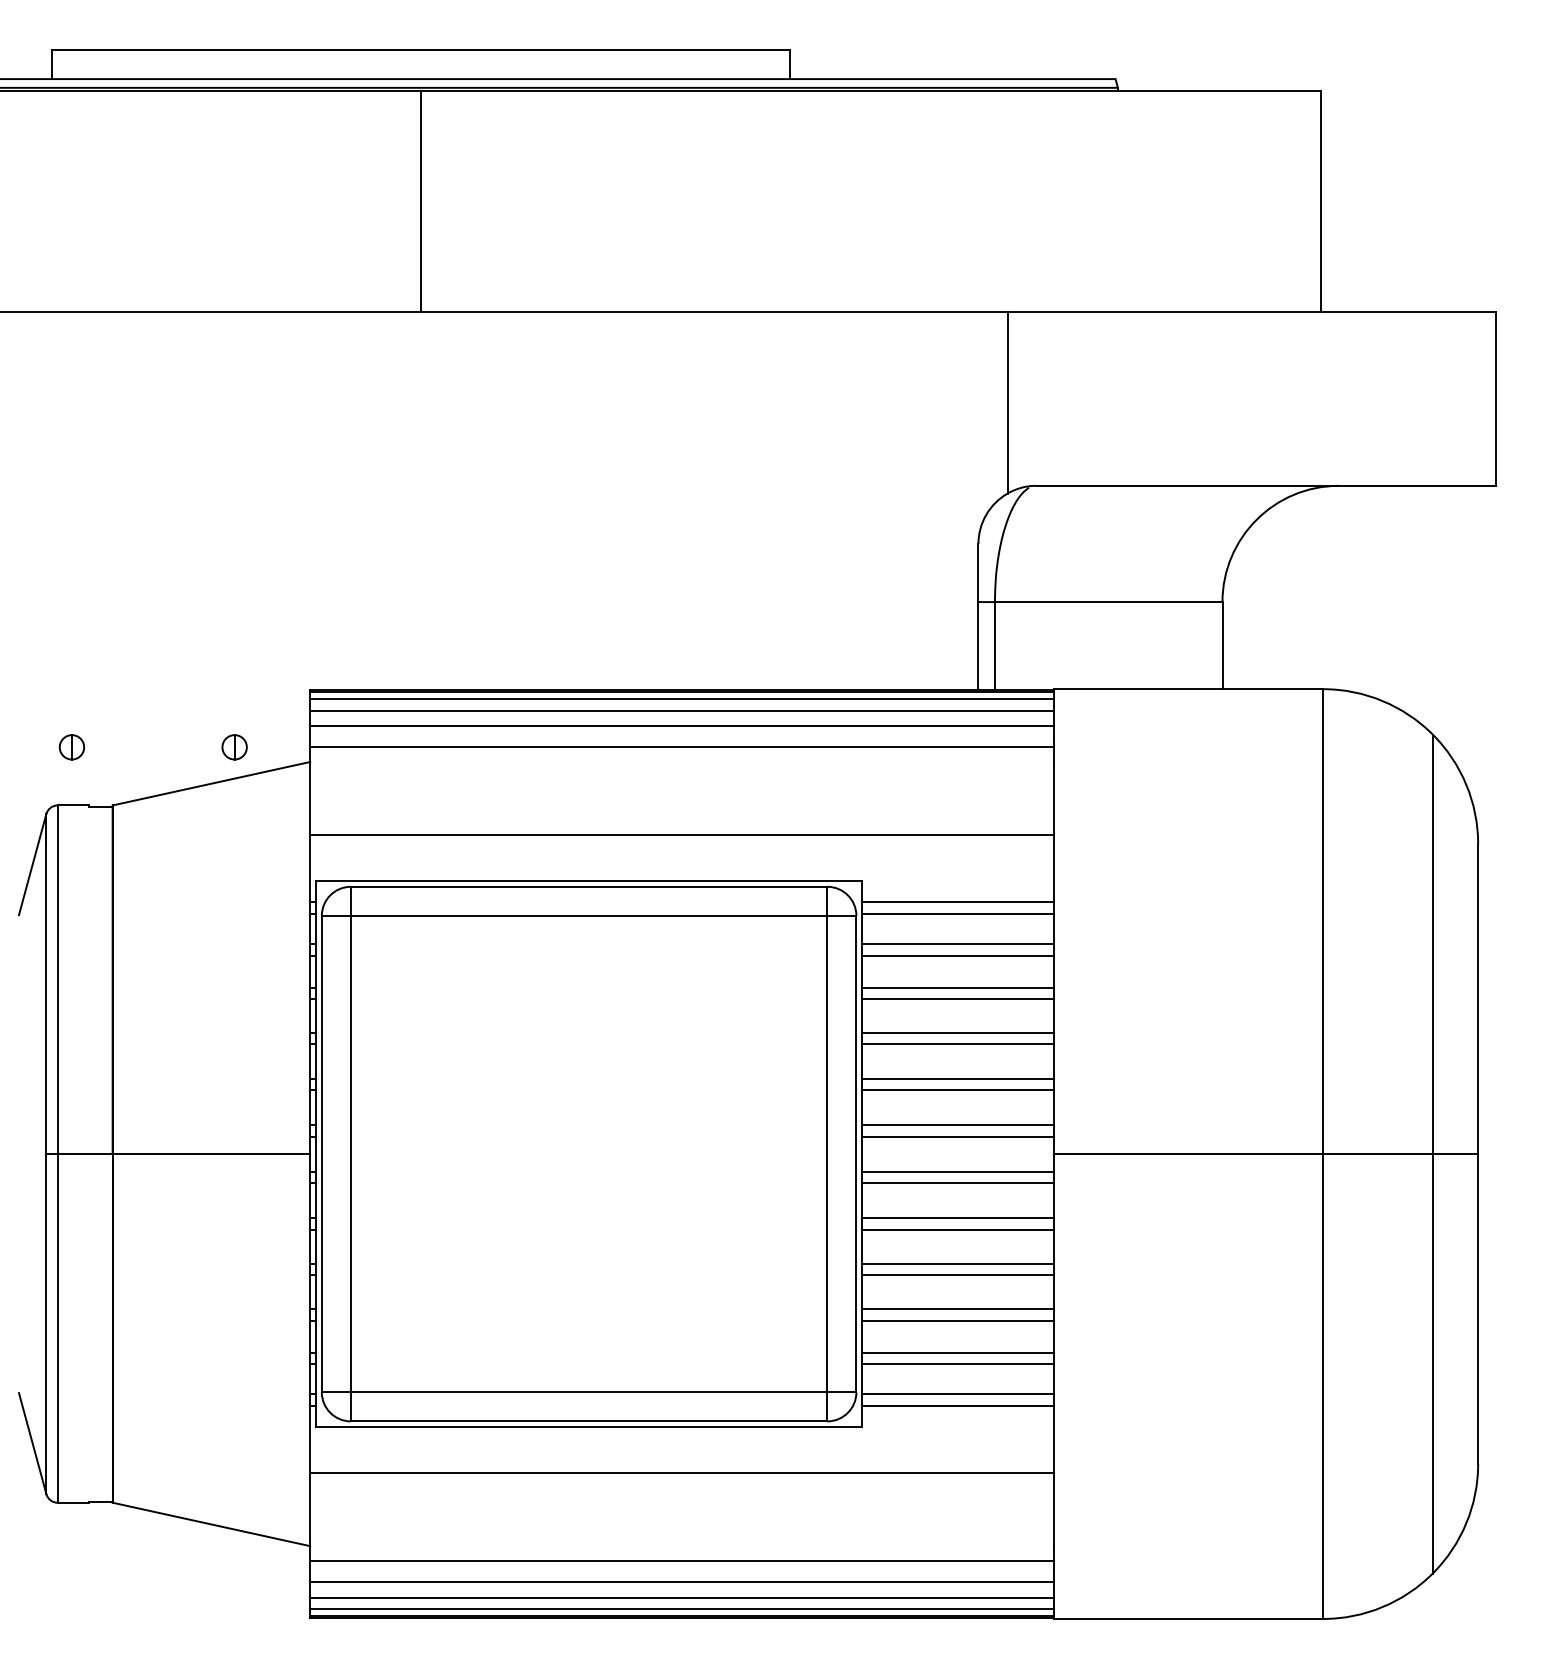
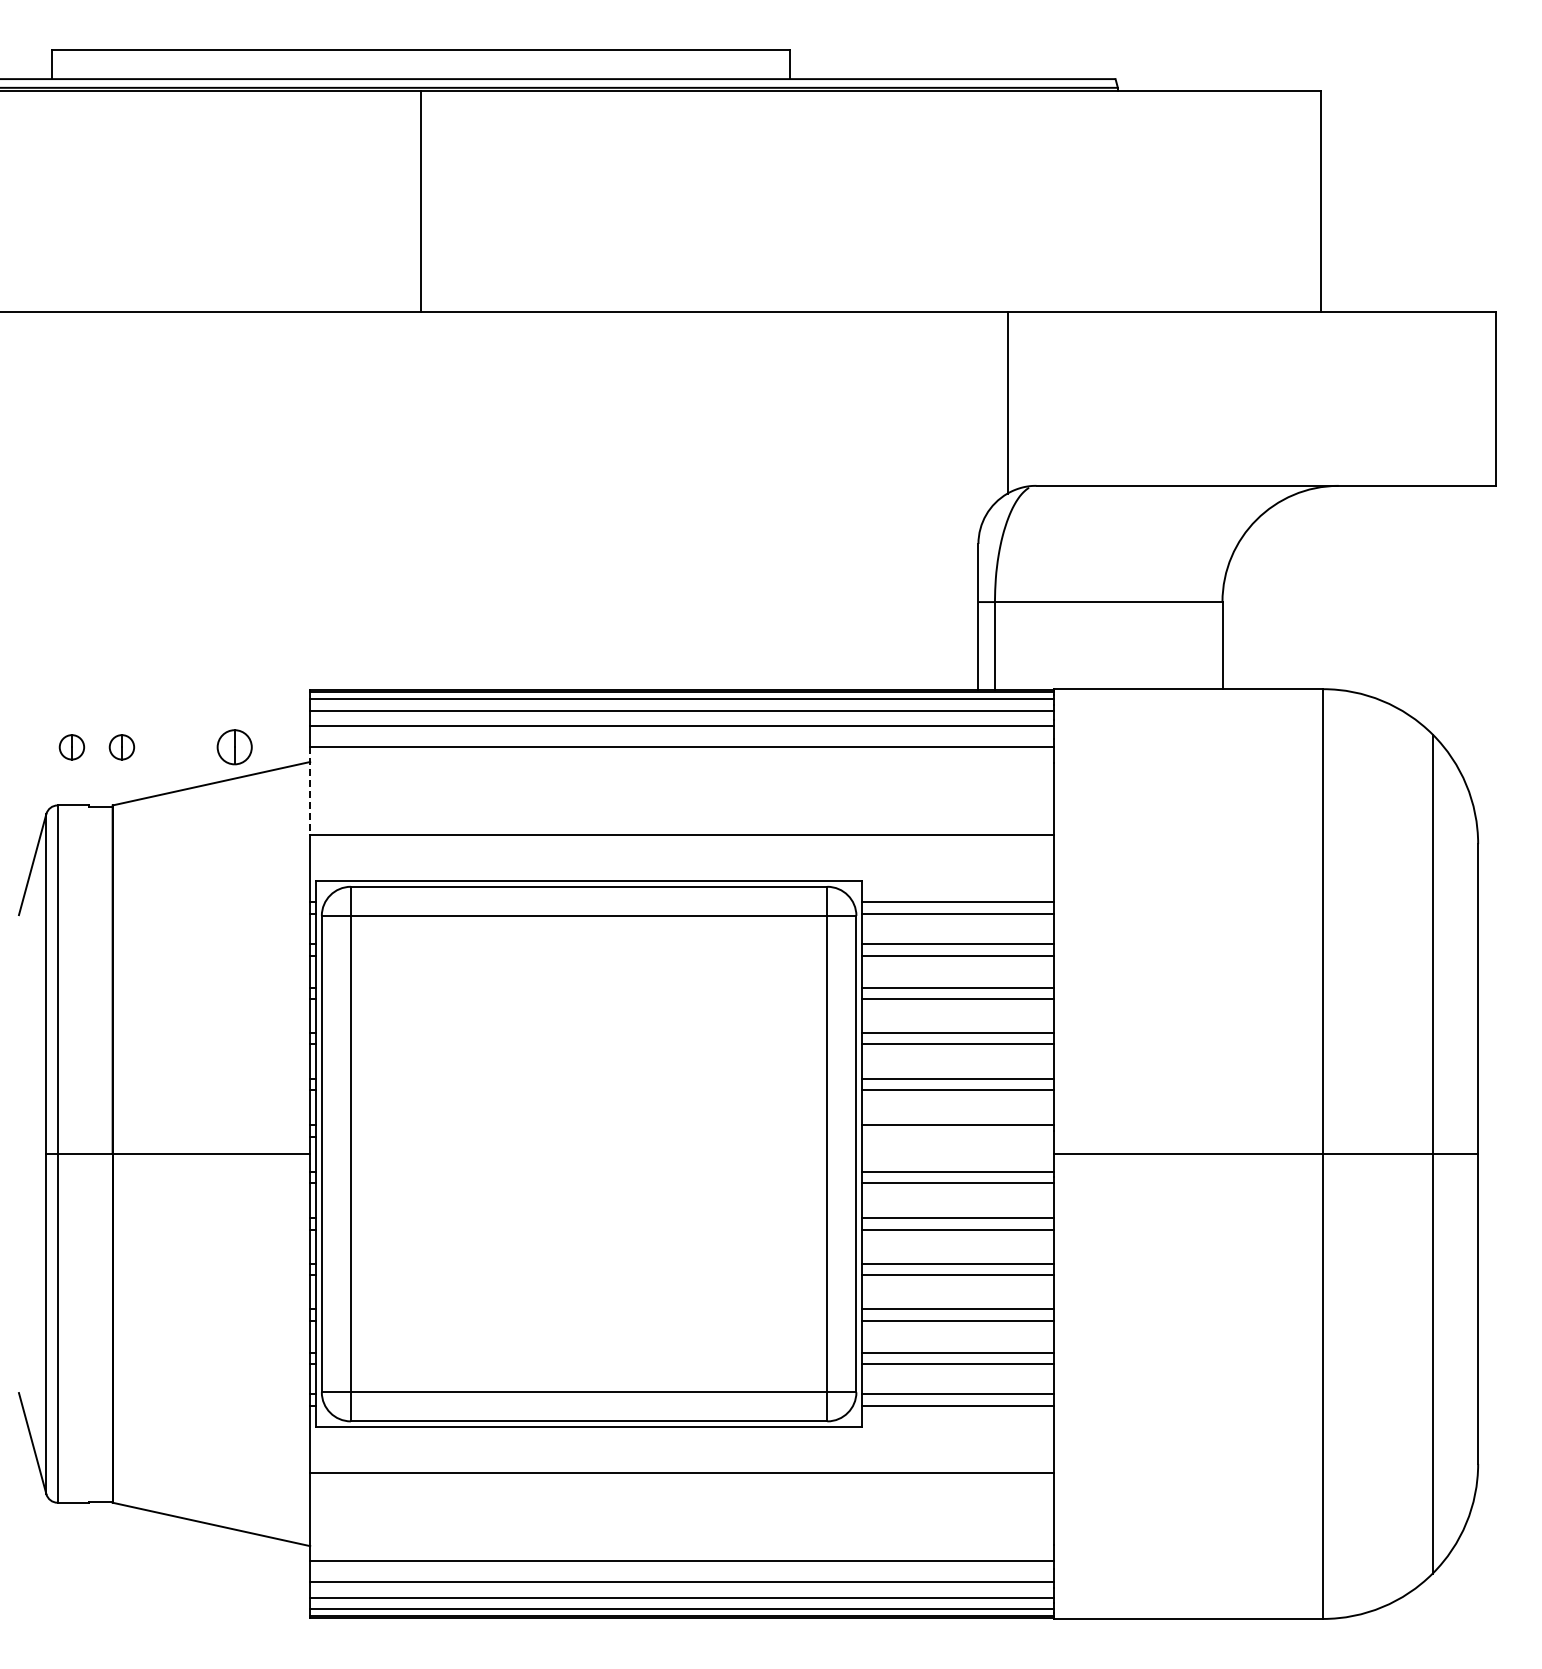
part at (121, 747): none -> present
part at (234, 747) size: 27x27 px -> 37x37 px
line at (310, 791): solid -> dashed
line at (957, 1136): present -> none
